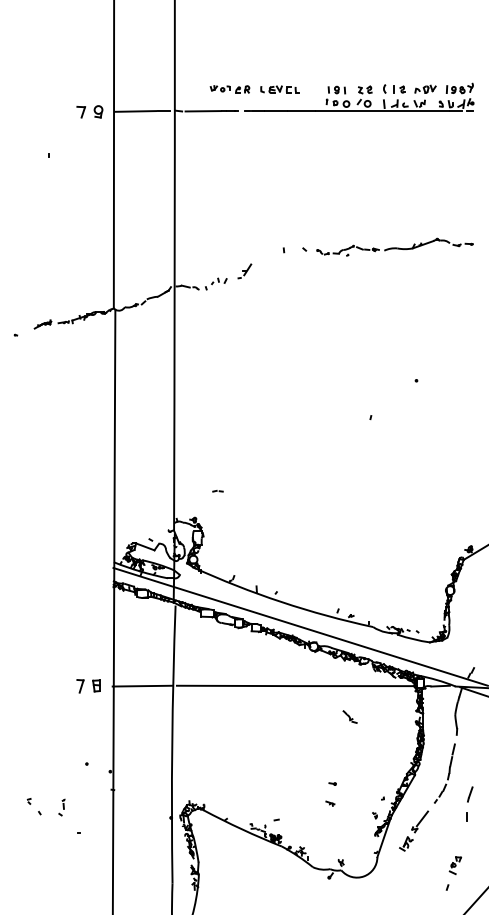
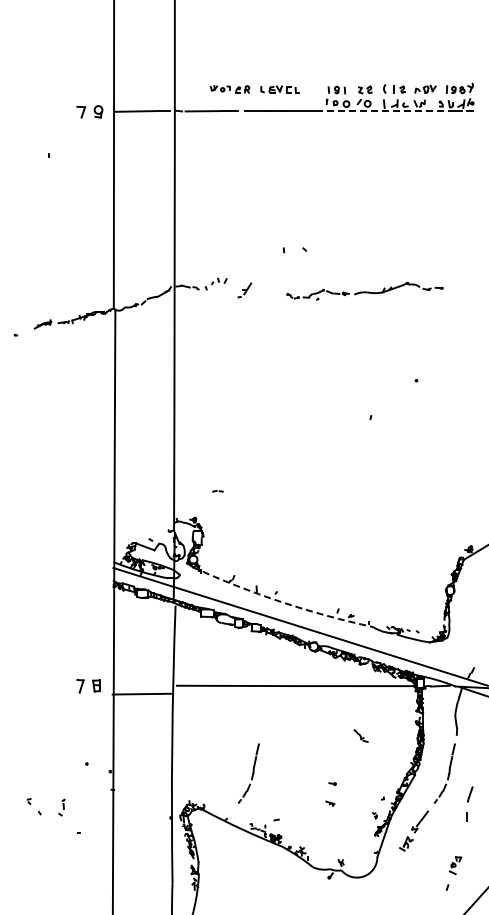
line at (383, 111): solid -> dashed
part at (394, 246) position: (394, 246) -> (364, 290)
part at (244, 271) position: (244, 271) -> (244, 290)
arc at (281, 602): solid -> dashed
line at (142, 685) position: (142, 685) -> (142, 693)
part at (349, 716) position: (349, 716) -> (360, 735)
part at (248, 773): none -> present
